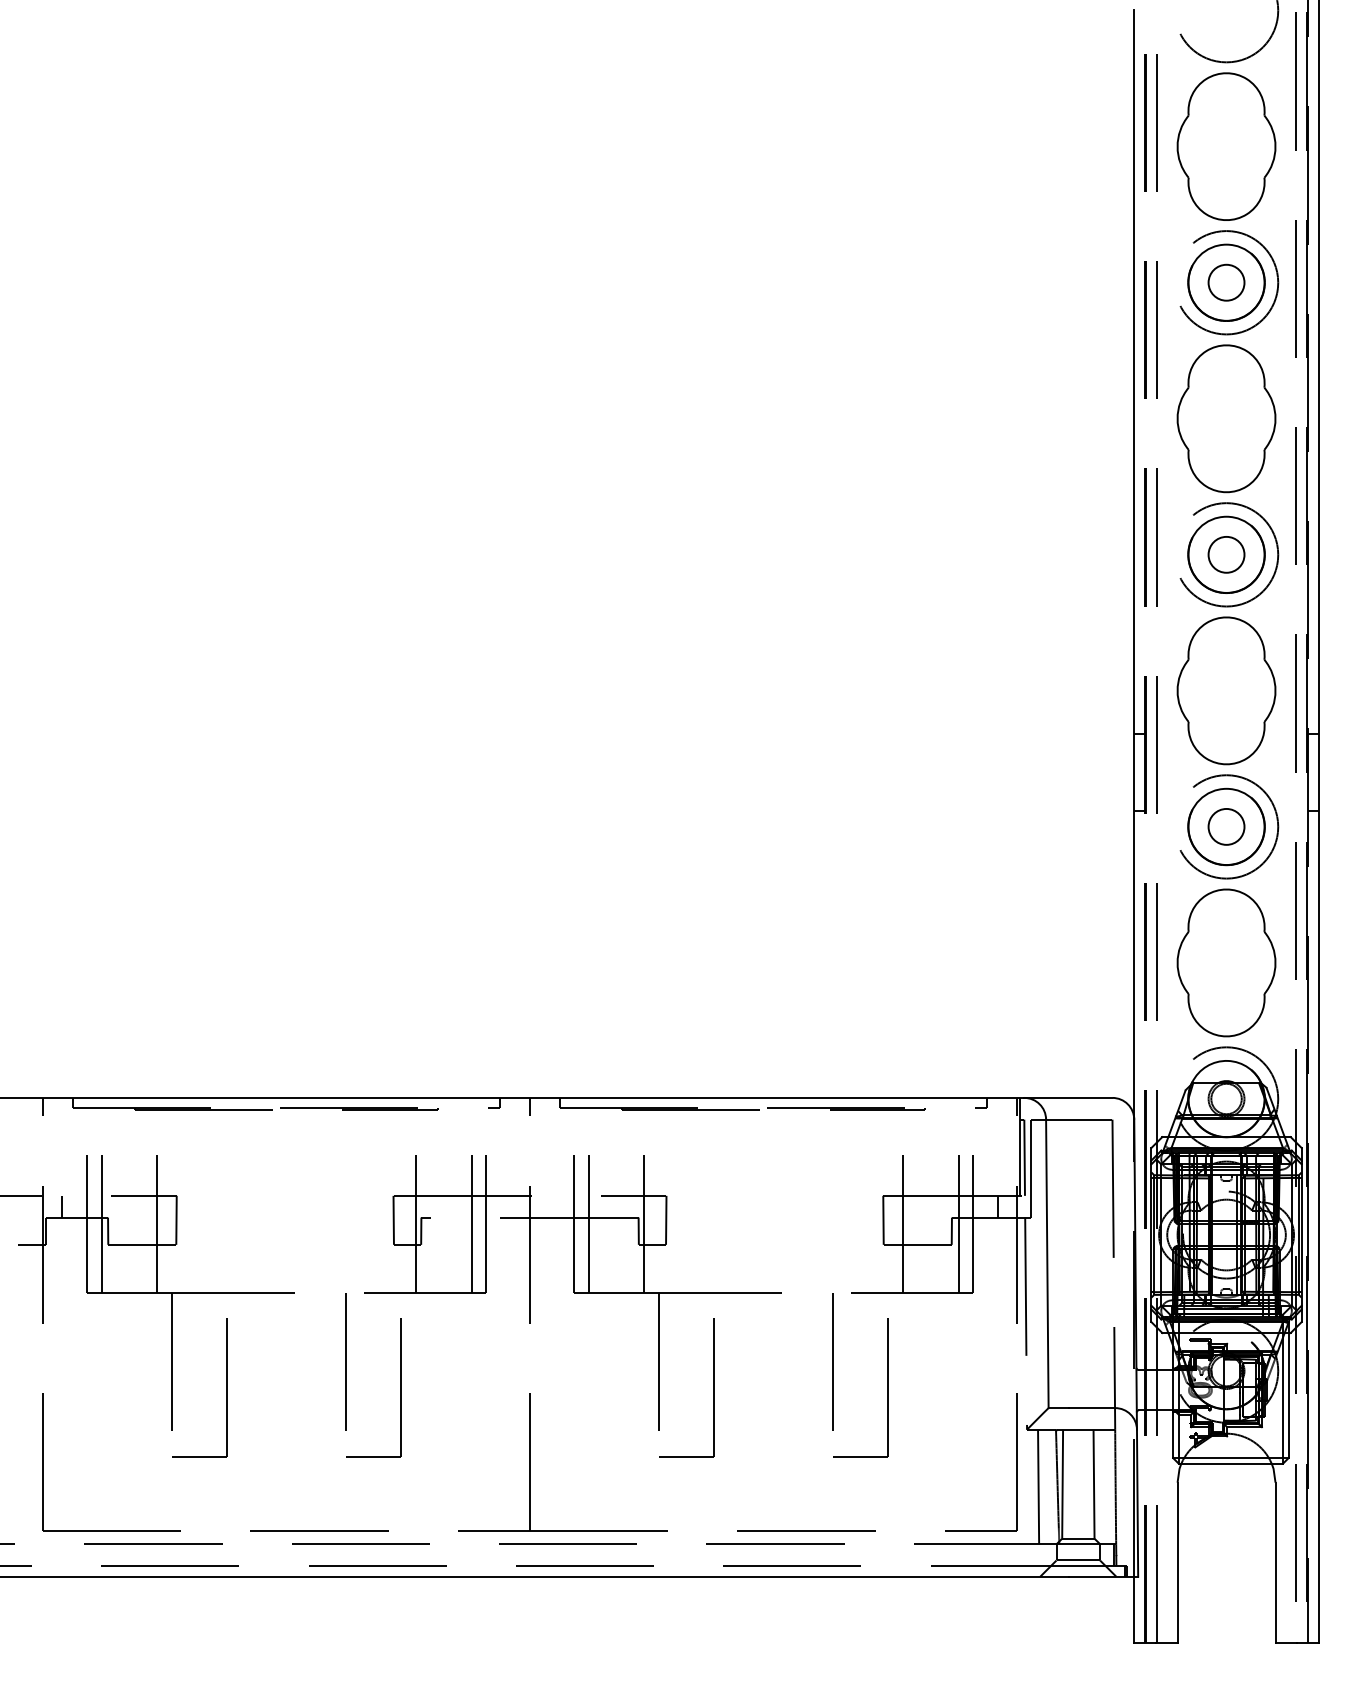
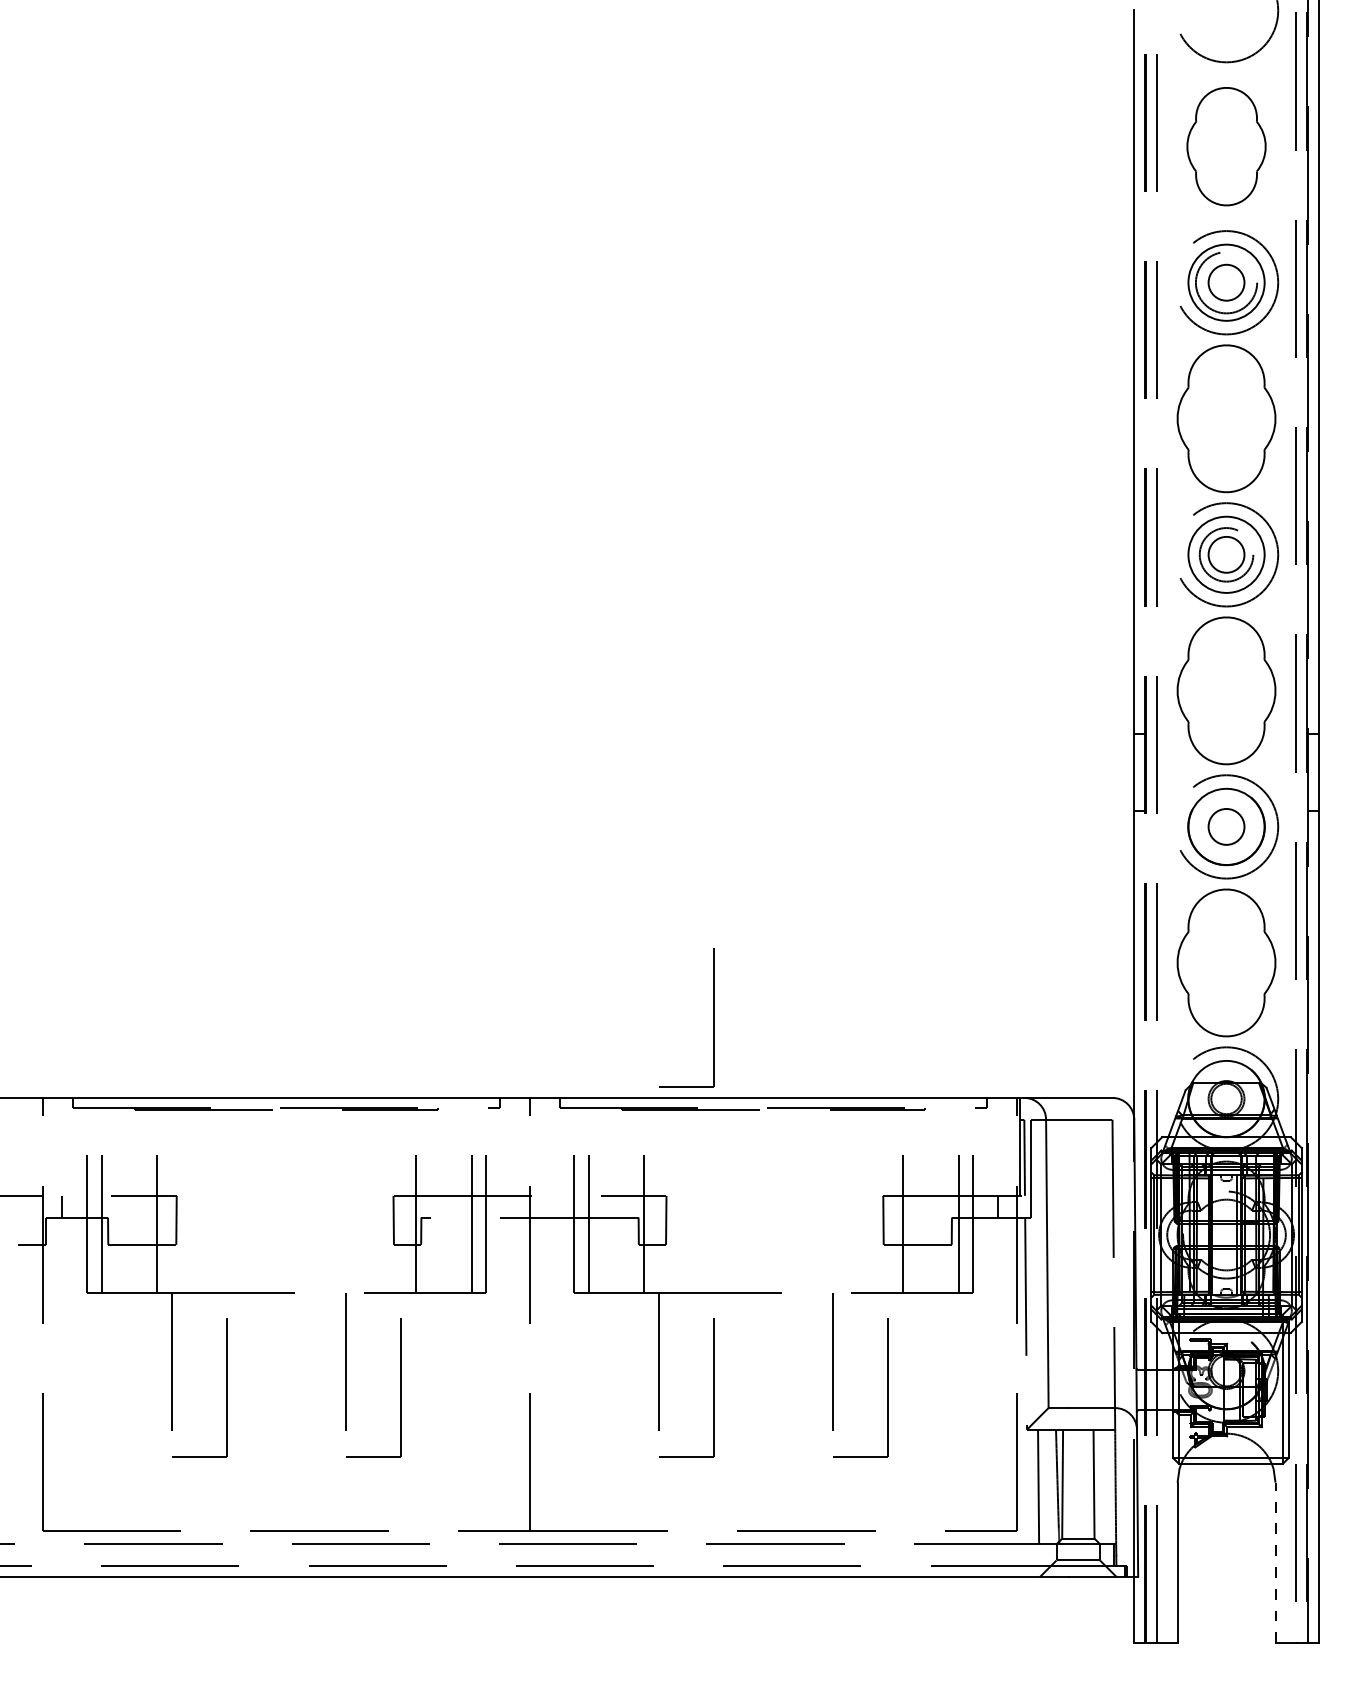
part at (1226, 146) size: 101x149 px -> 81x120 px
circle at (1226, 282) diameter: 77 px -> 61 px
circle at (1226, 554) diameter: 77 px -> 54 px
part at (713, 1017): none -> present
line at (1275, 1562): solid -> dashed
